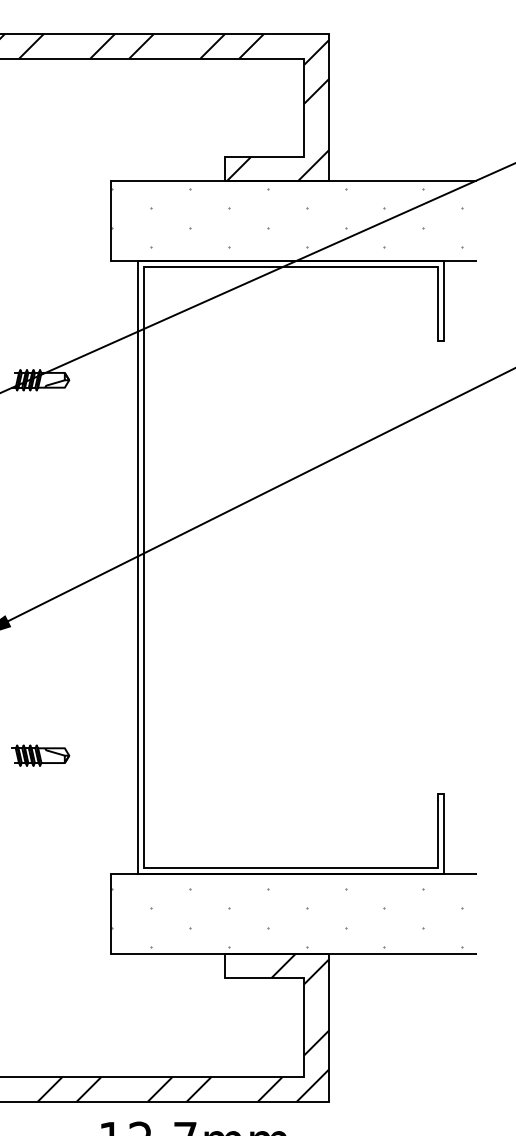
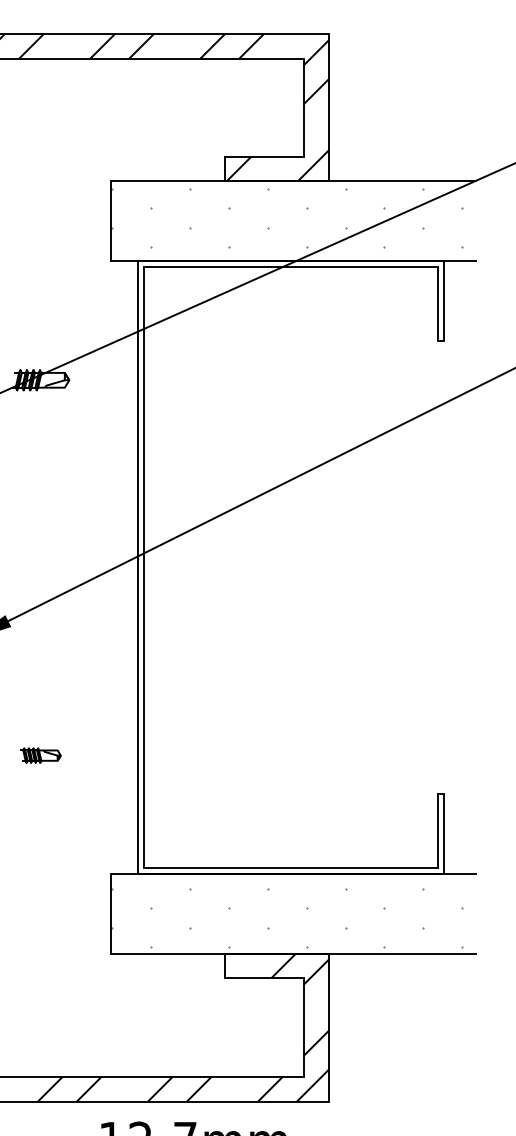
part at (40, 755) size: 60x23 px -> 42x17 px
